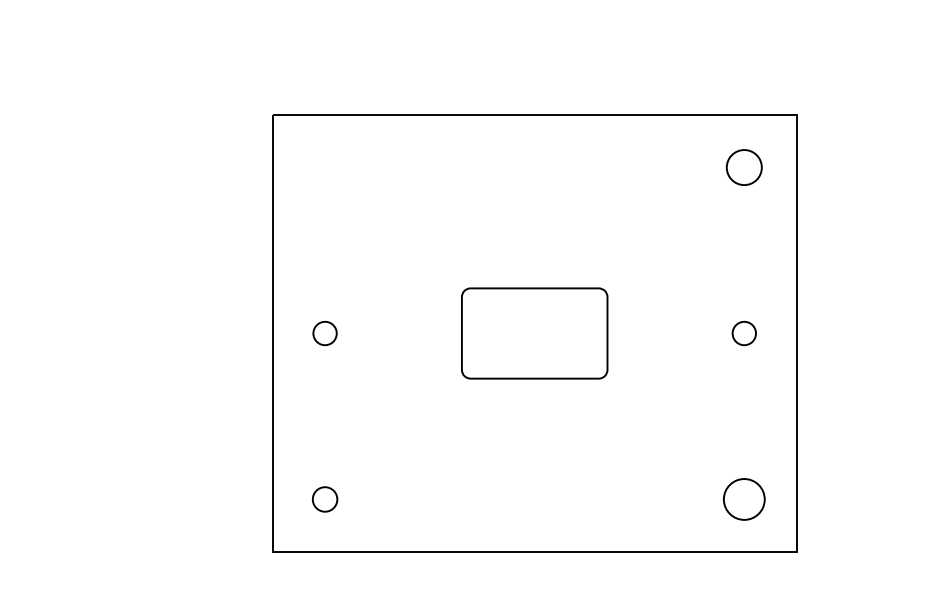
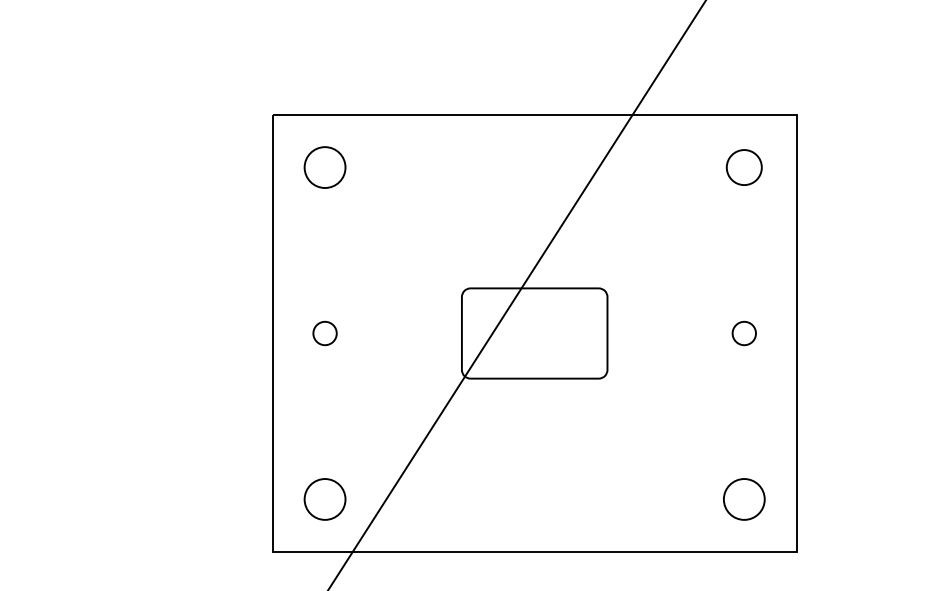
circle at (324, 167): none -> present
line at (516, 294): none -> present
circle at (324, 499) diameter: 25 px -> 41 px
